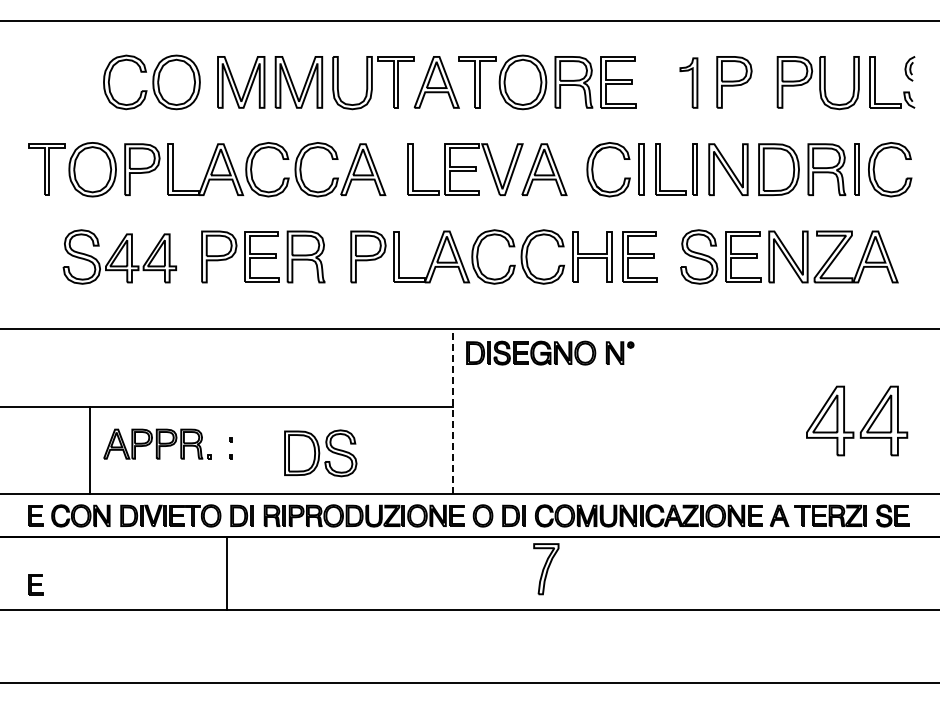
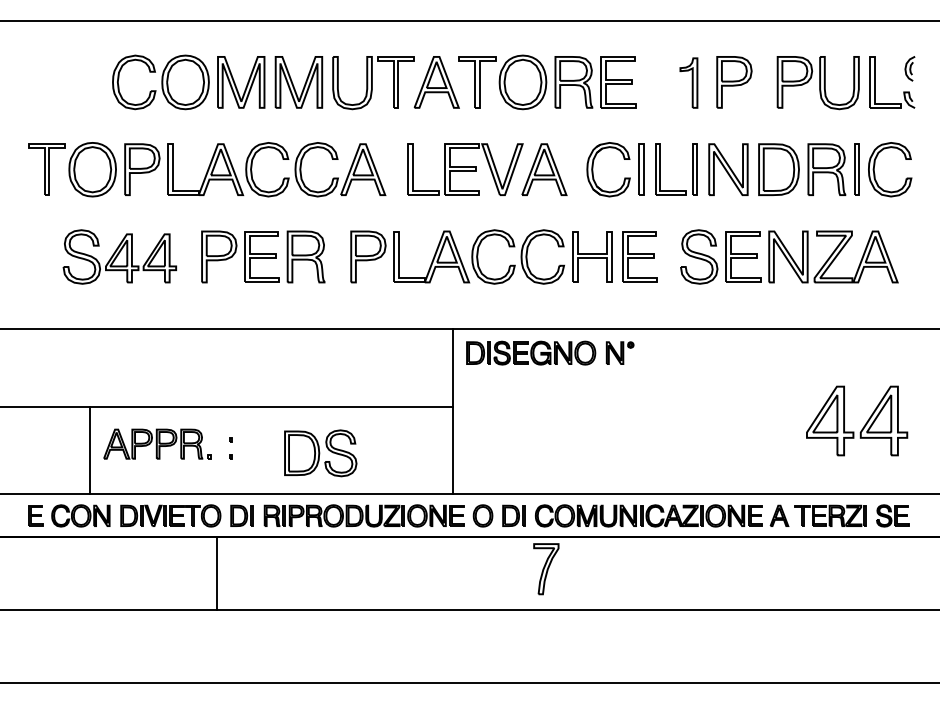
part at (151, 82) position: (151, 82) -> (160, 82)
line at (453, 411): dashed -> solid
line at (226, 573) position: (226, 573) -> (216, 573)
part at (35, 584): present -> none
